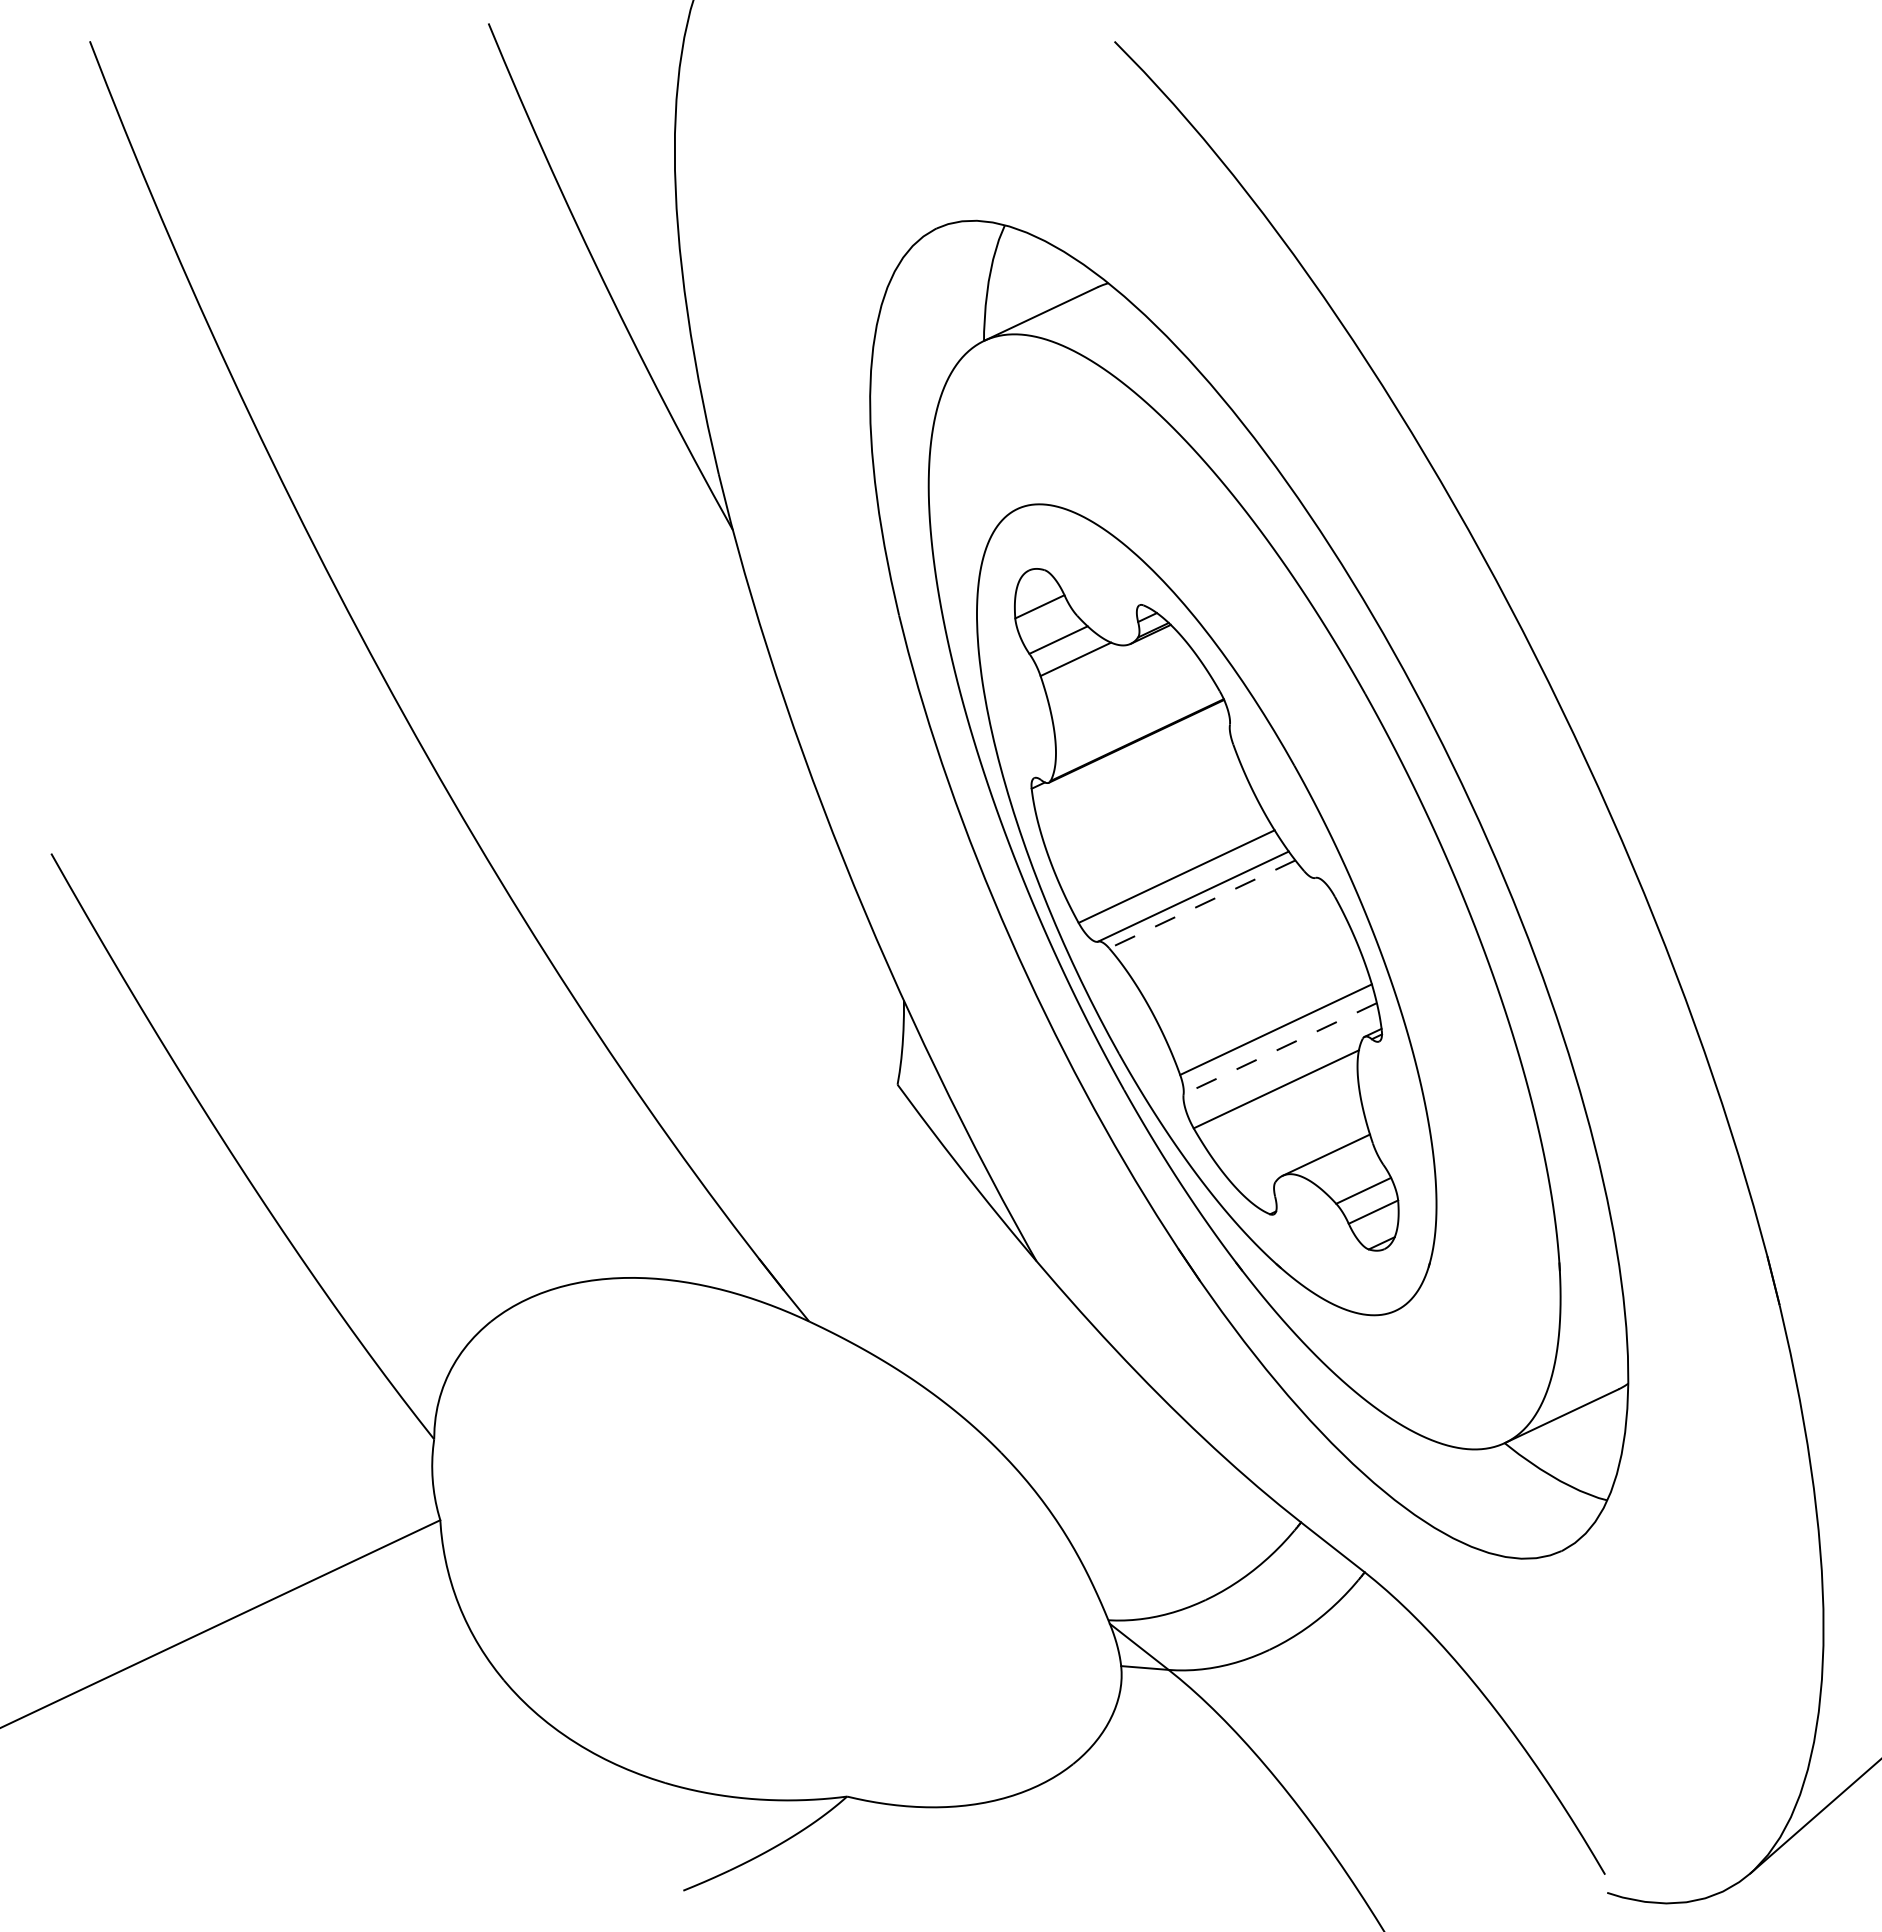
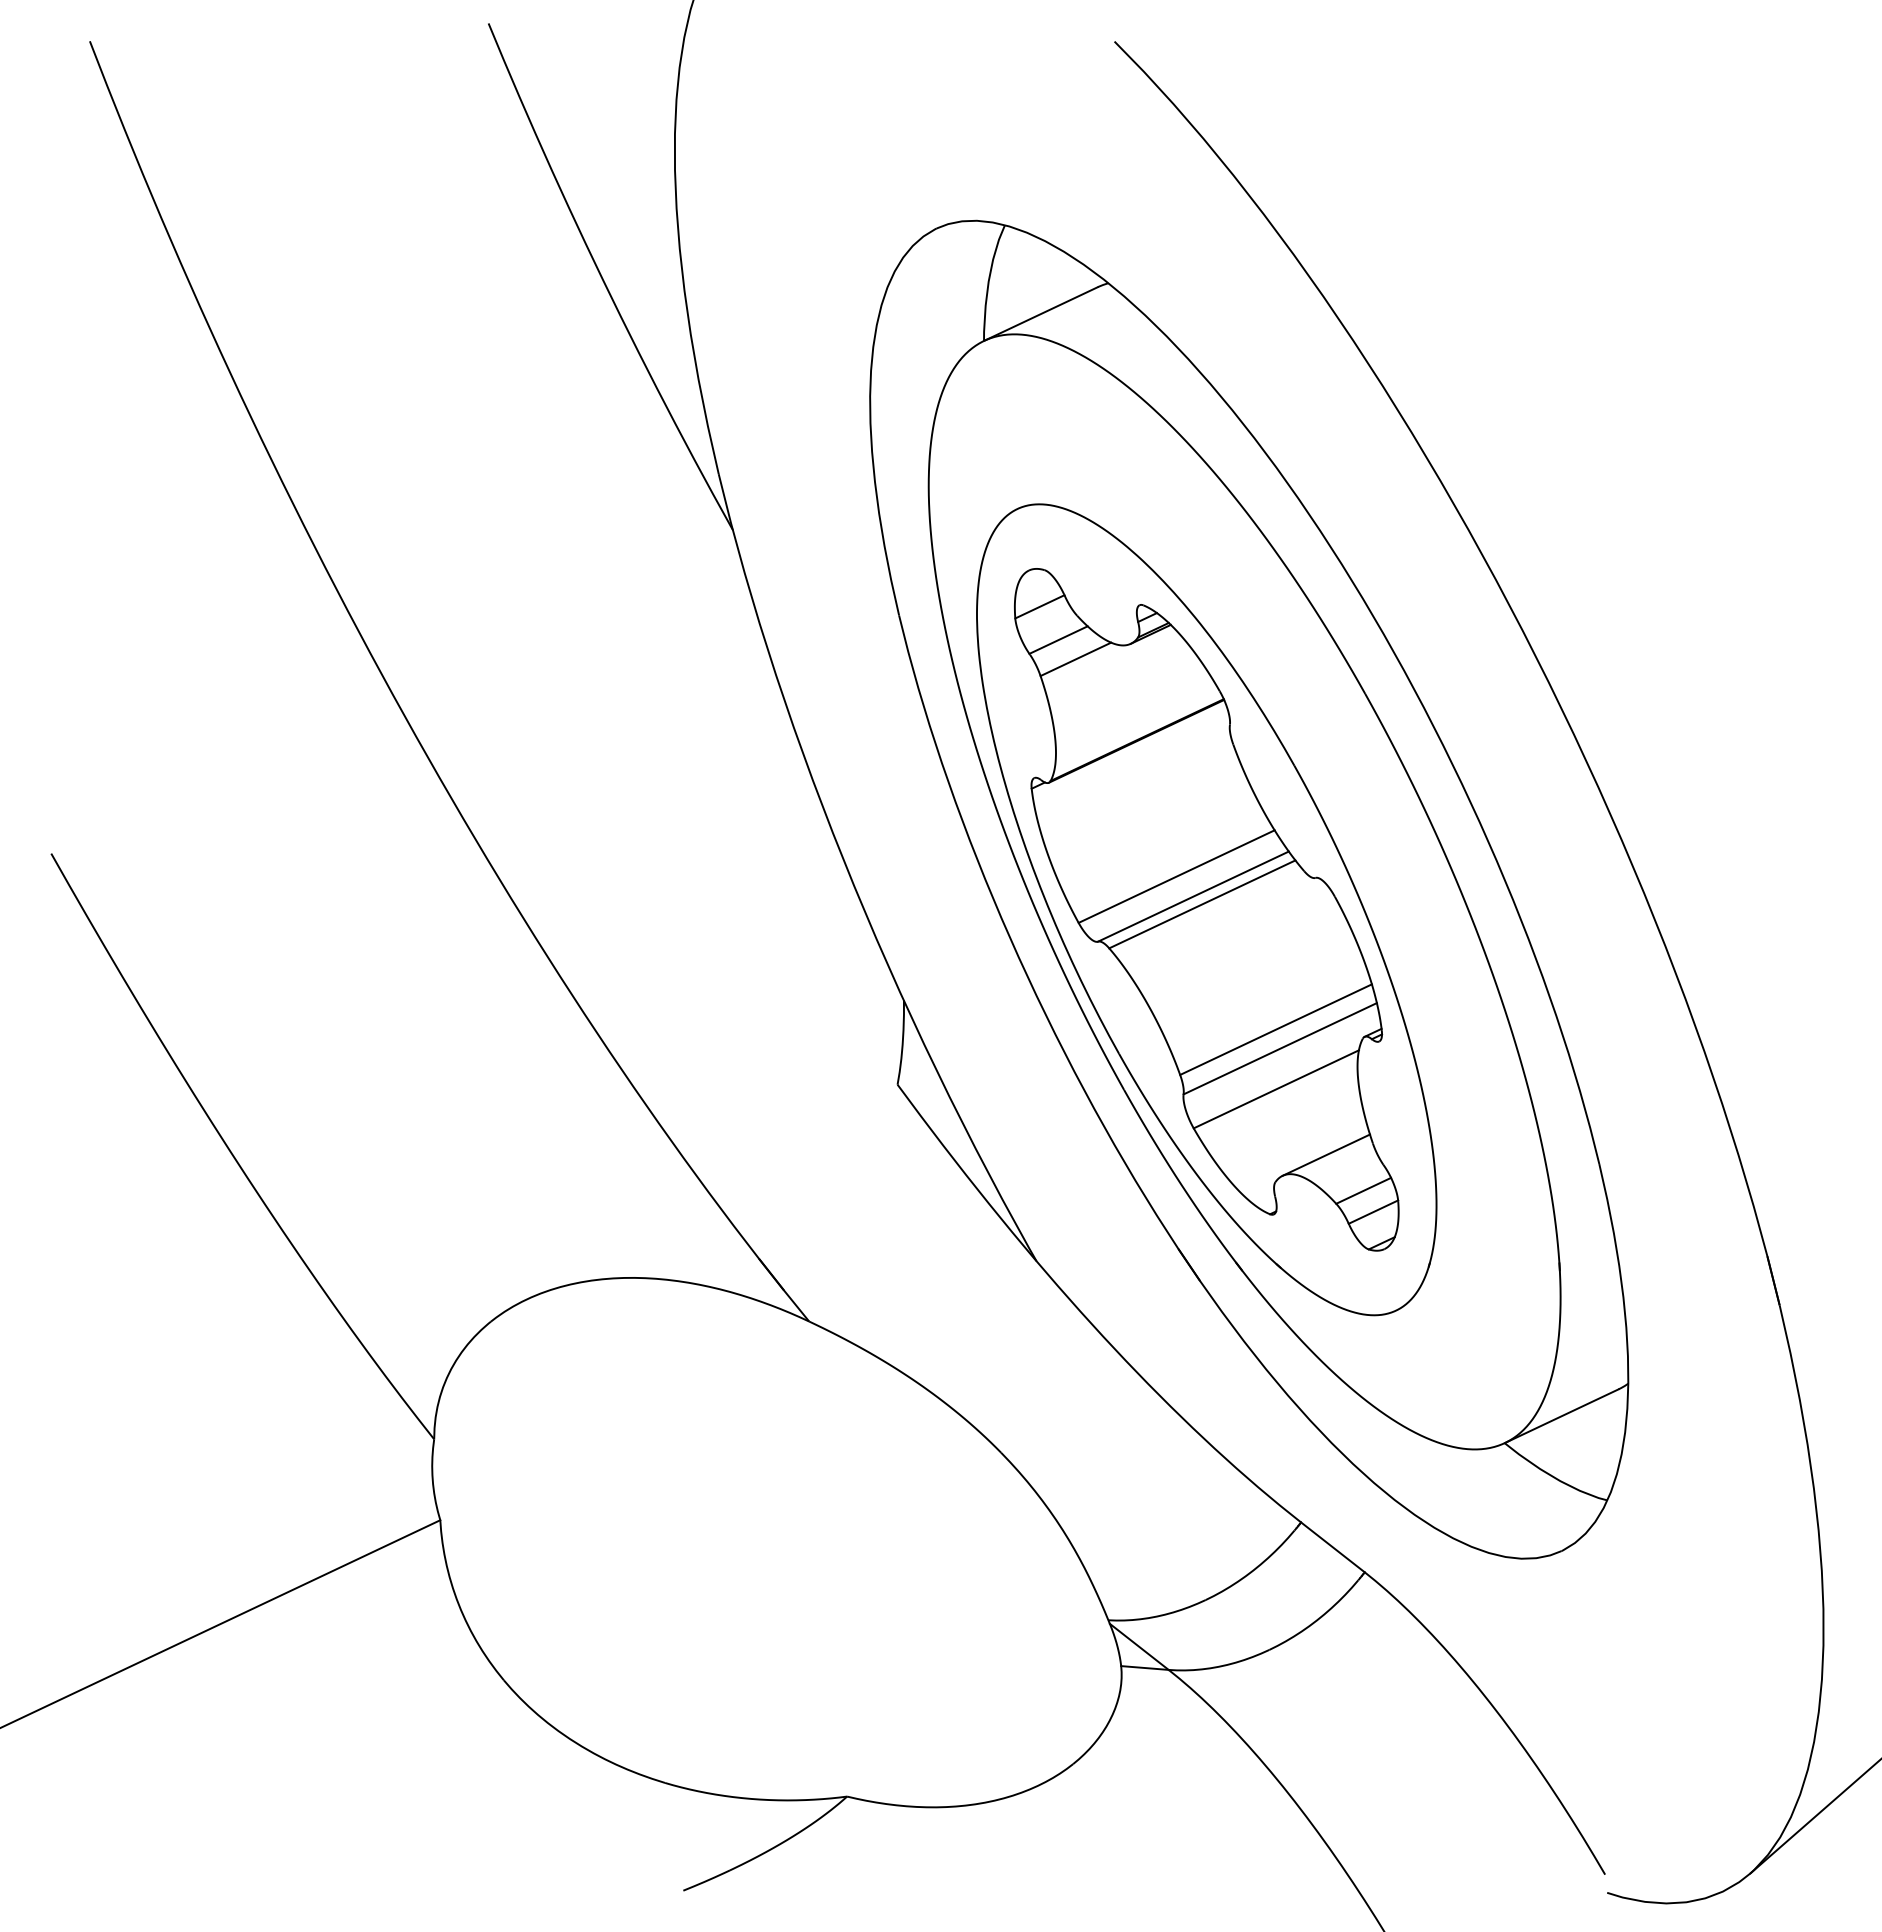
line at (1202, 904): dashed -> solid
line at (1280, 1048): dashed -> solid
